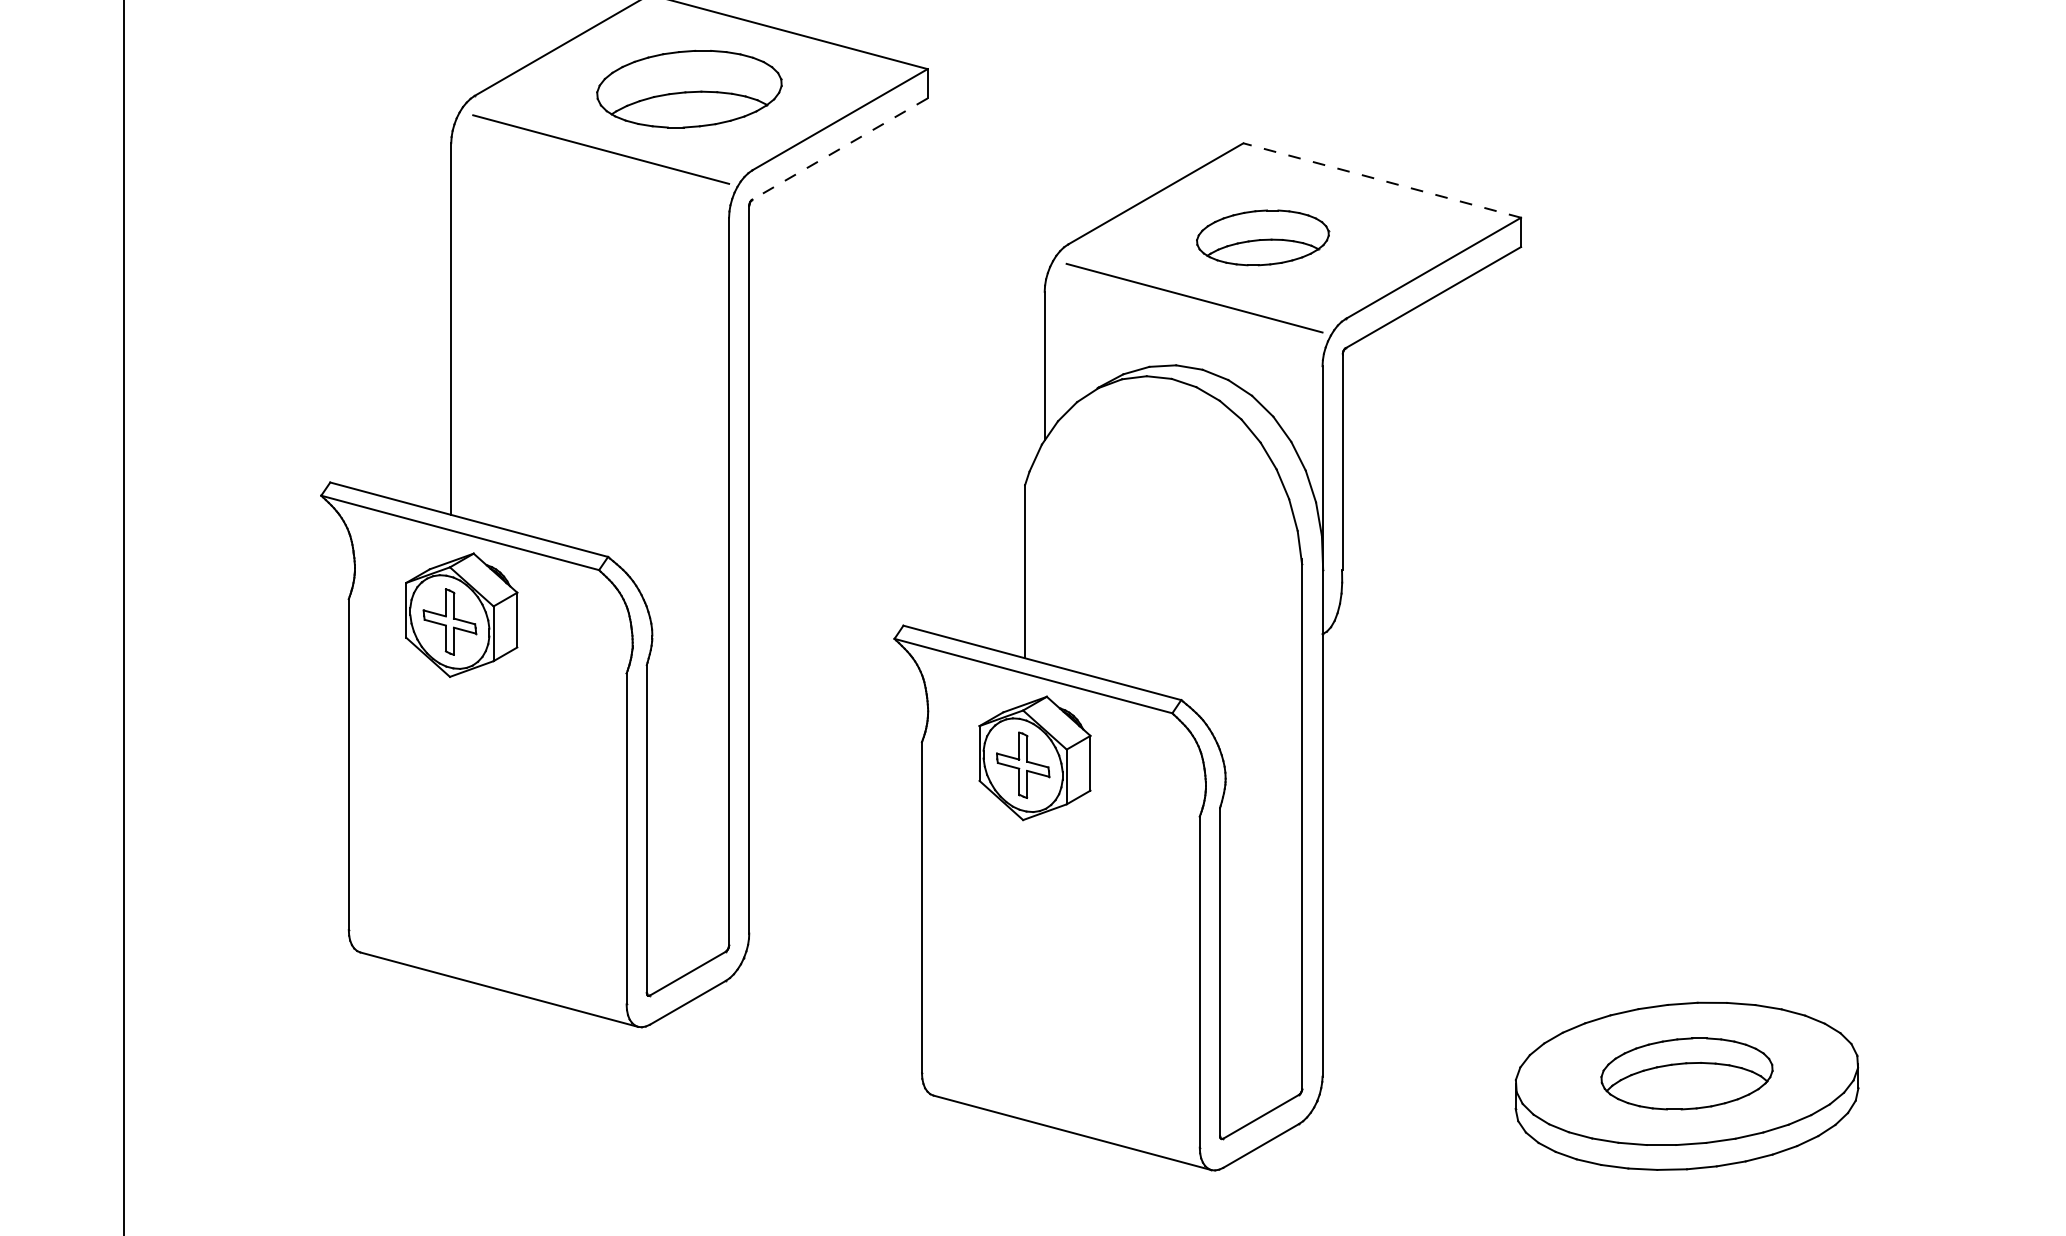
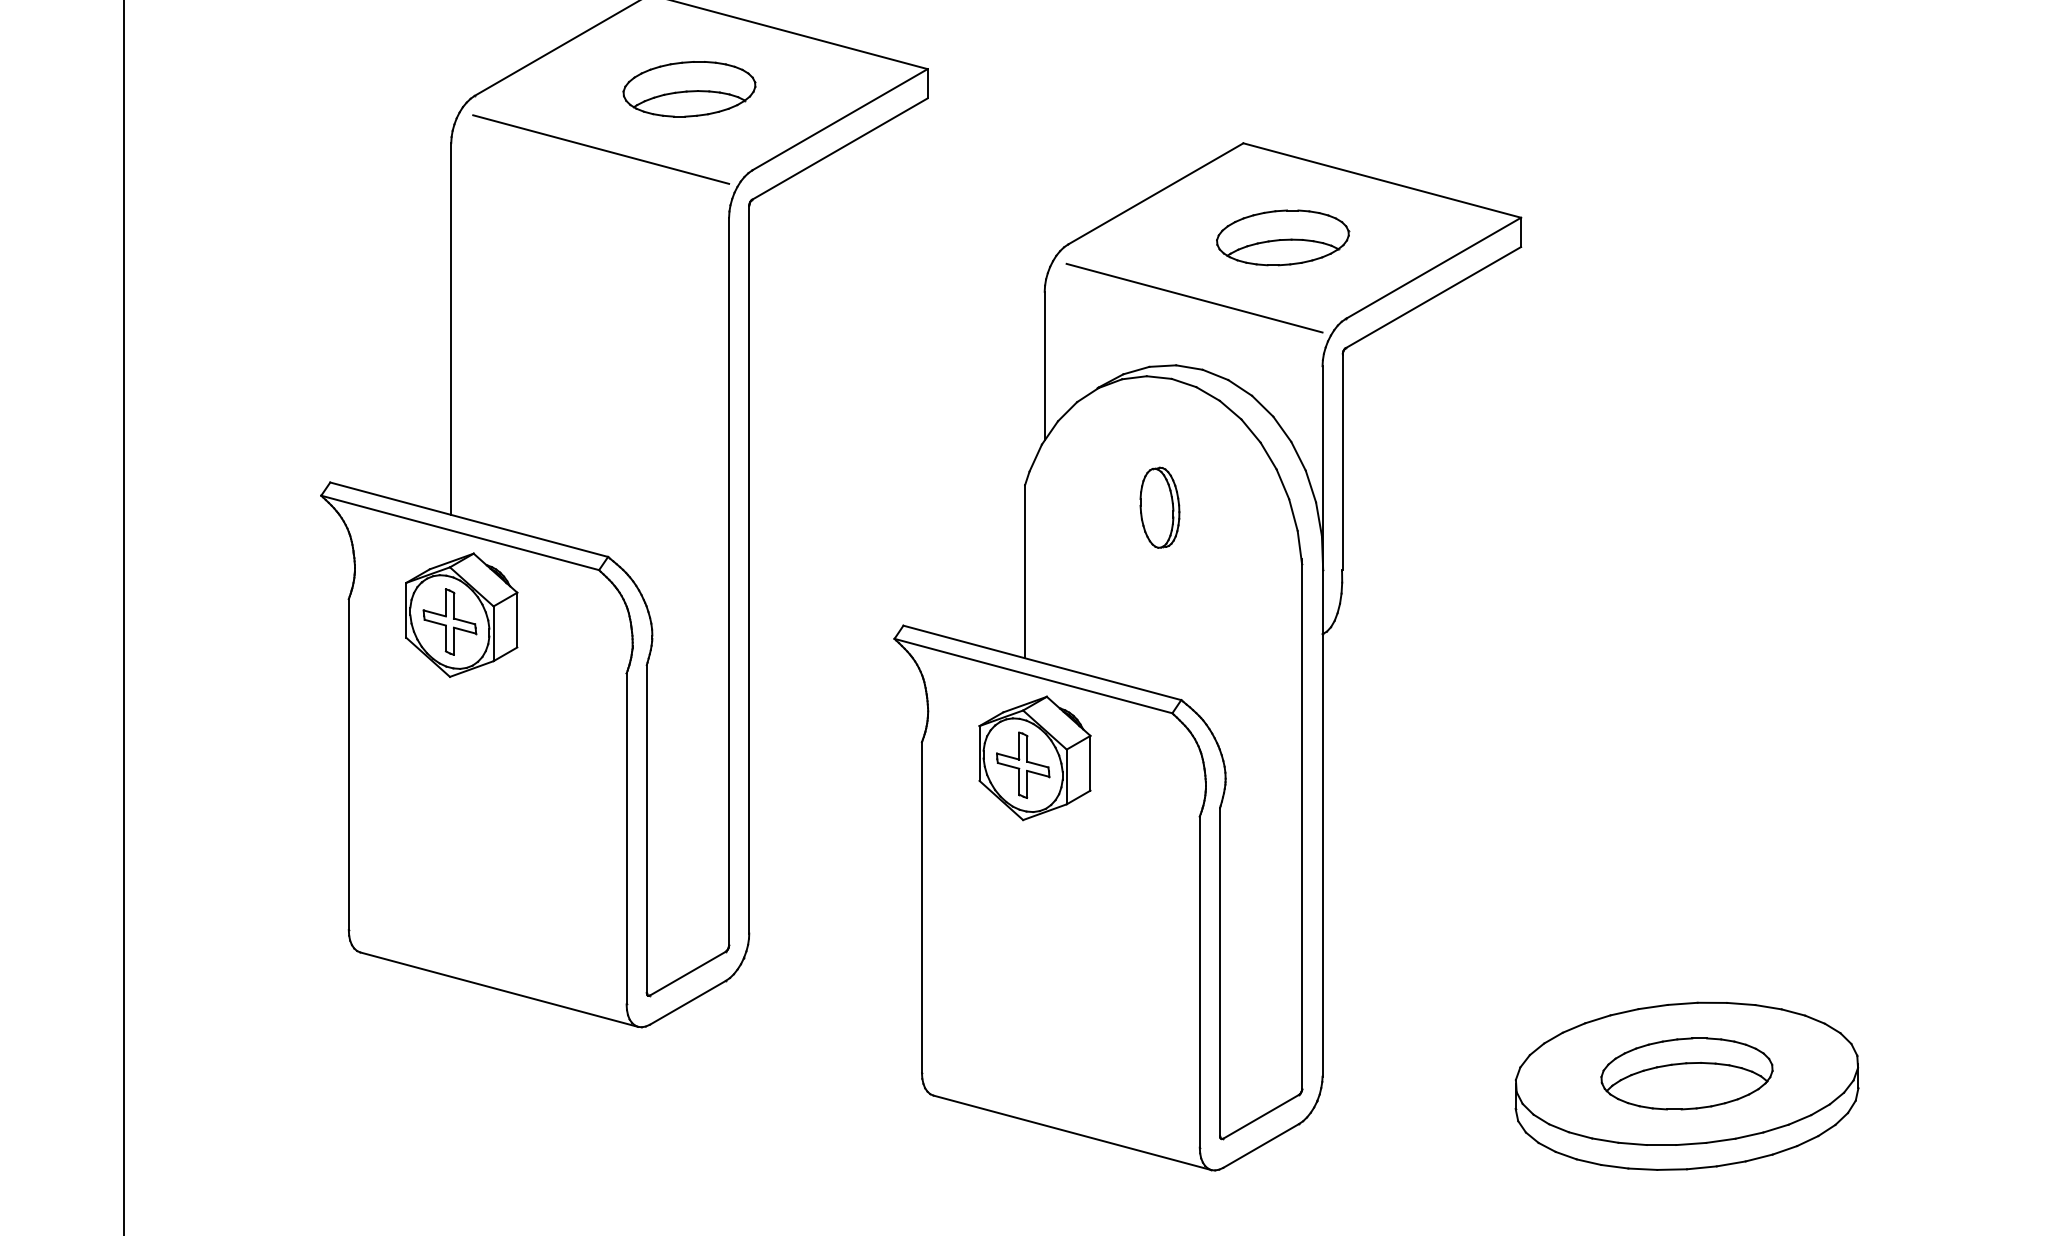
part at (689, 88) size: 187x80 px -> 135x57 px
line at (839, 149): dashed -> solid
line at (1382, 180): dashed -> solid
part at (1263, 237) position: (1263, 237) -> (1283, 237)
part at (1159, 507): none -> present
